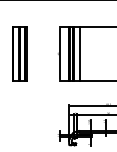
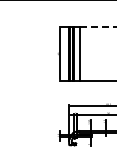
line at (98, 26): solid -> dashed
part at (19, 53): present -> none
